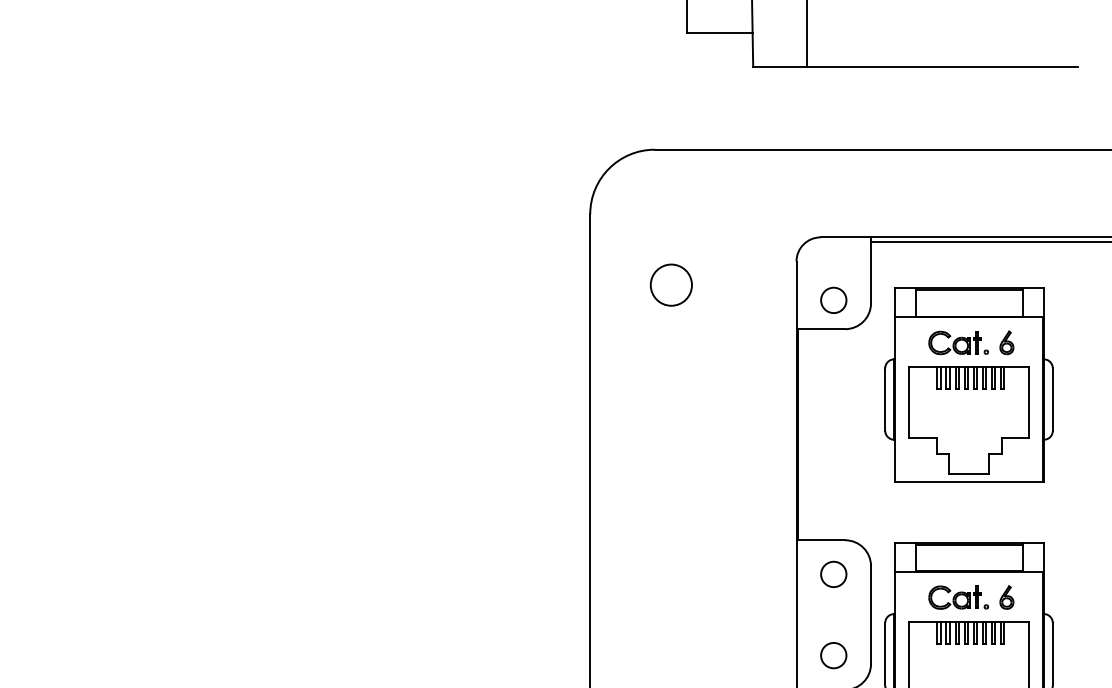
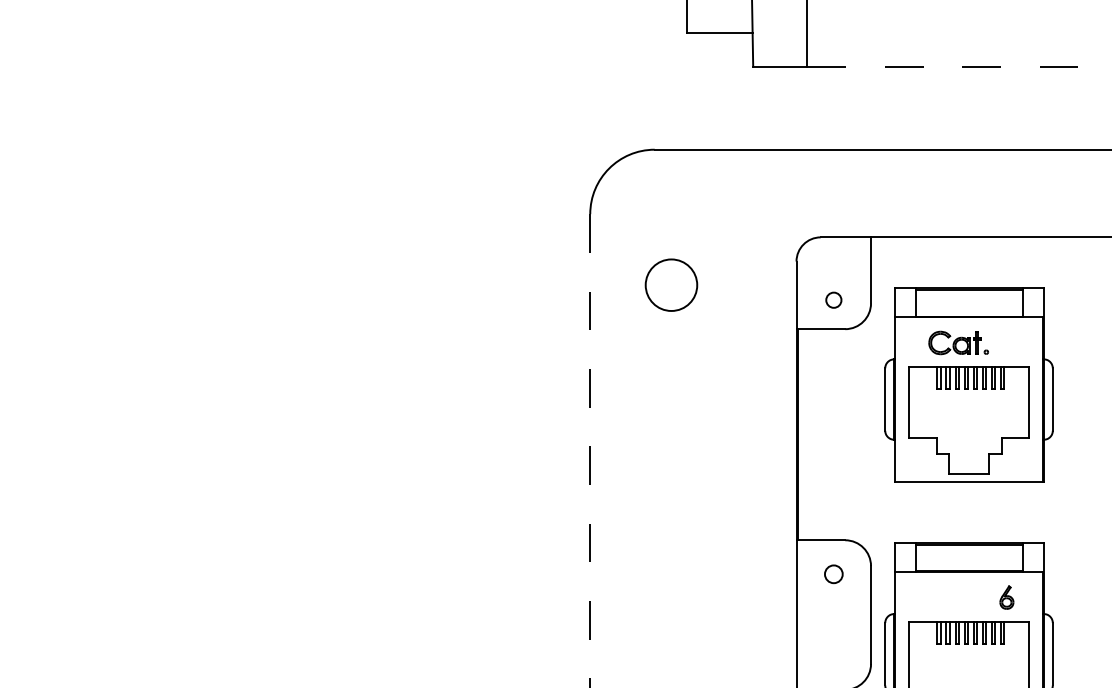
line at (942, 66): solid -> dashed
line at (989, 242): present -> none
circle at (670, 284) size: 44x44 px -> 55x54 px
circle at (833, 299) size: 28x28 px -> 18x18 px
part at (1006, 342): present -> none
line at (590, 451): solid -> dashed
circle at (833, 573) size: 28x28 px -> 20x21 px
part at (958, 597): present -> none
circle at (833, 655): present -> none
